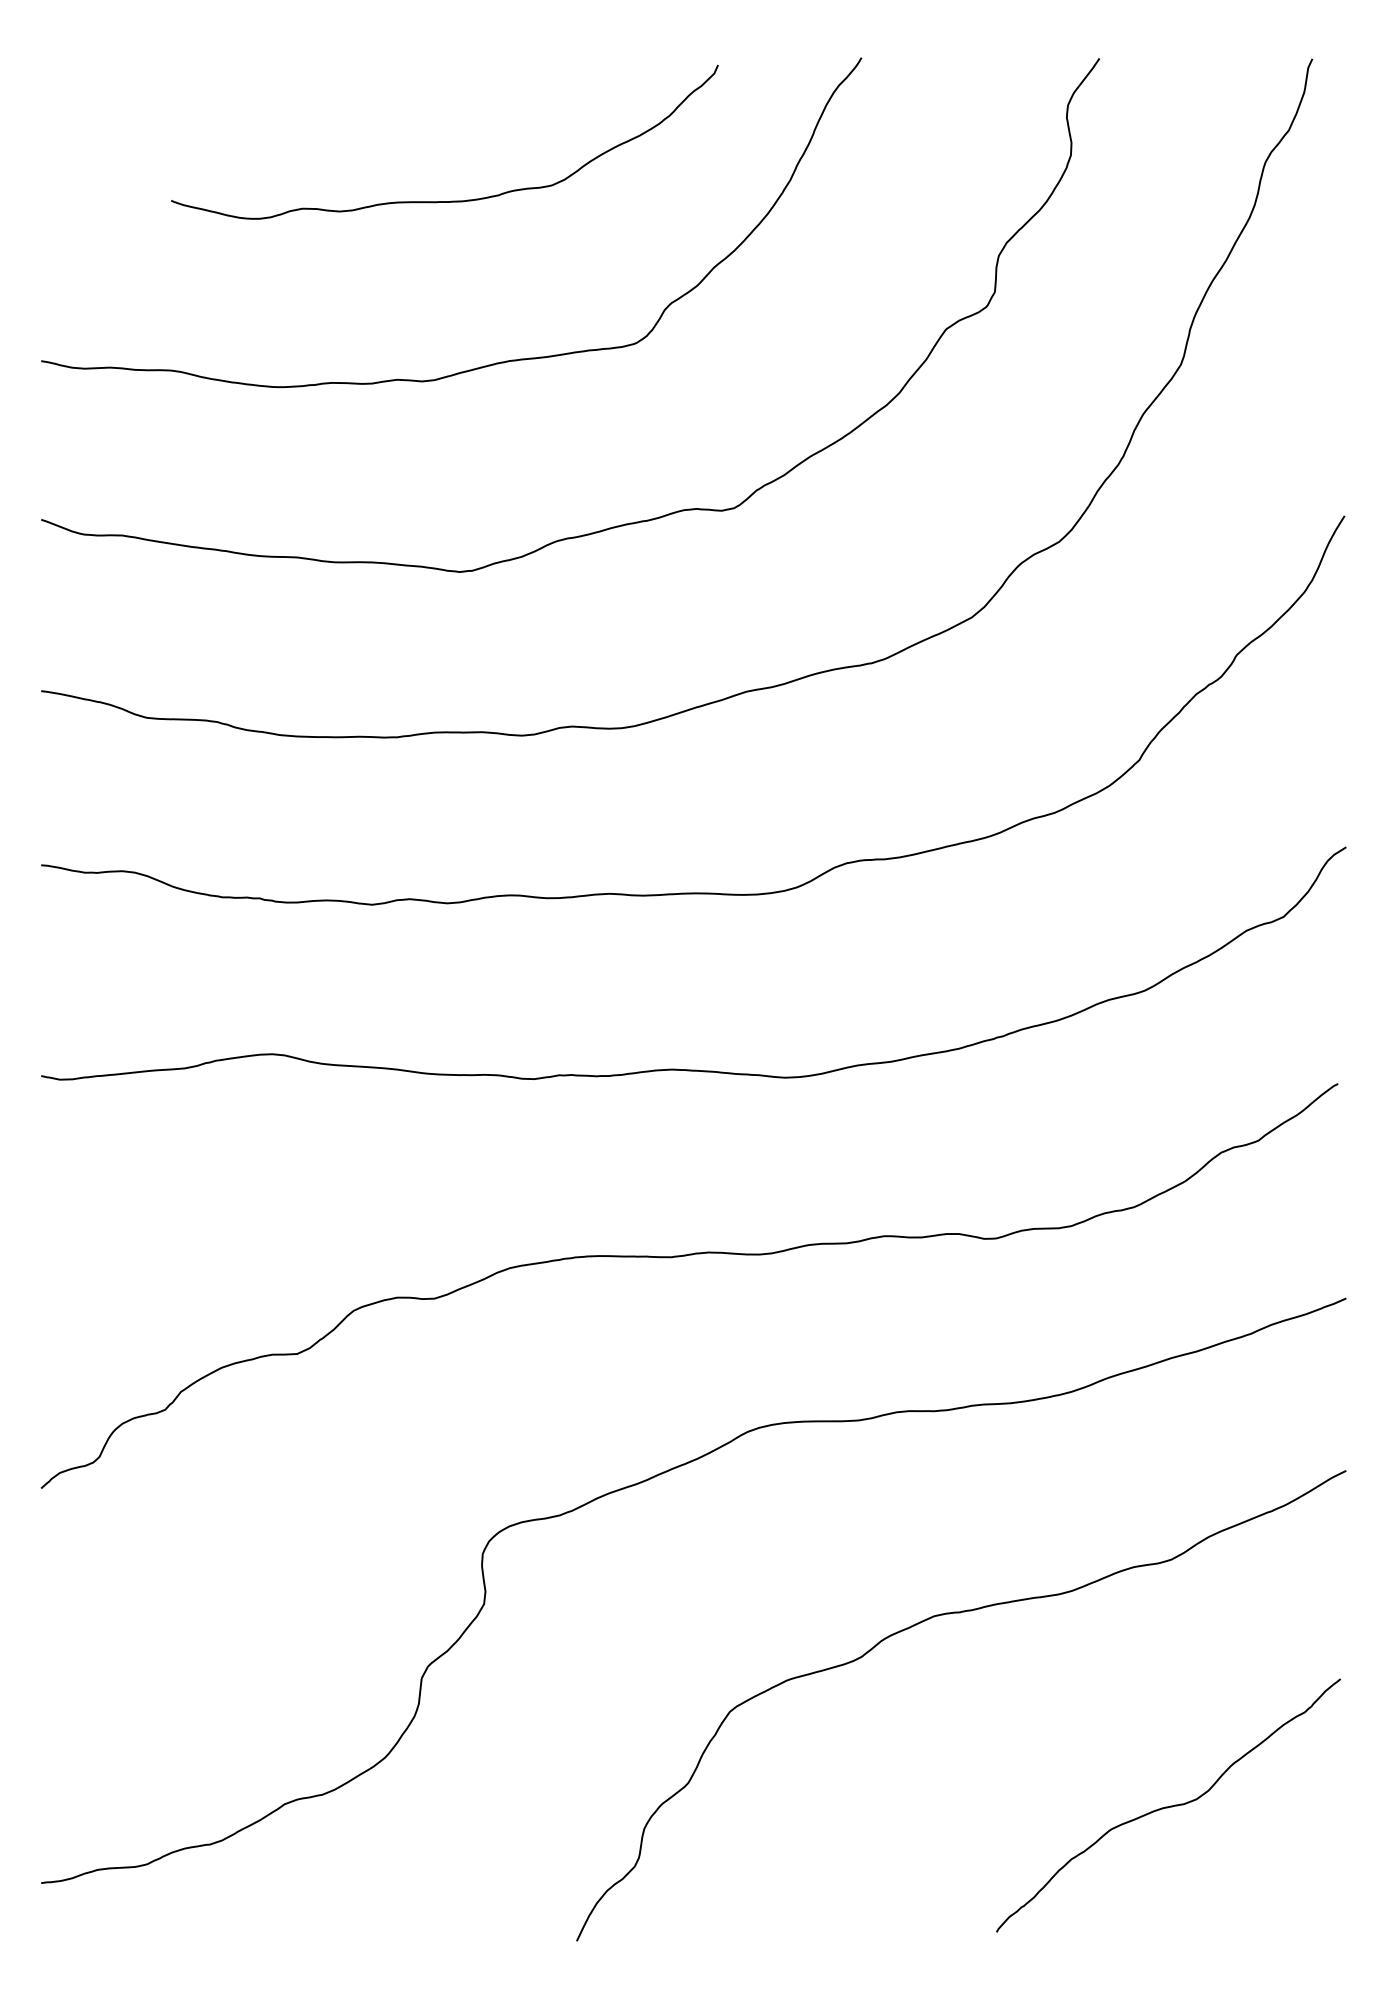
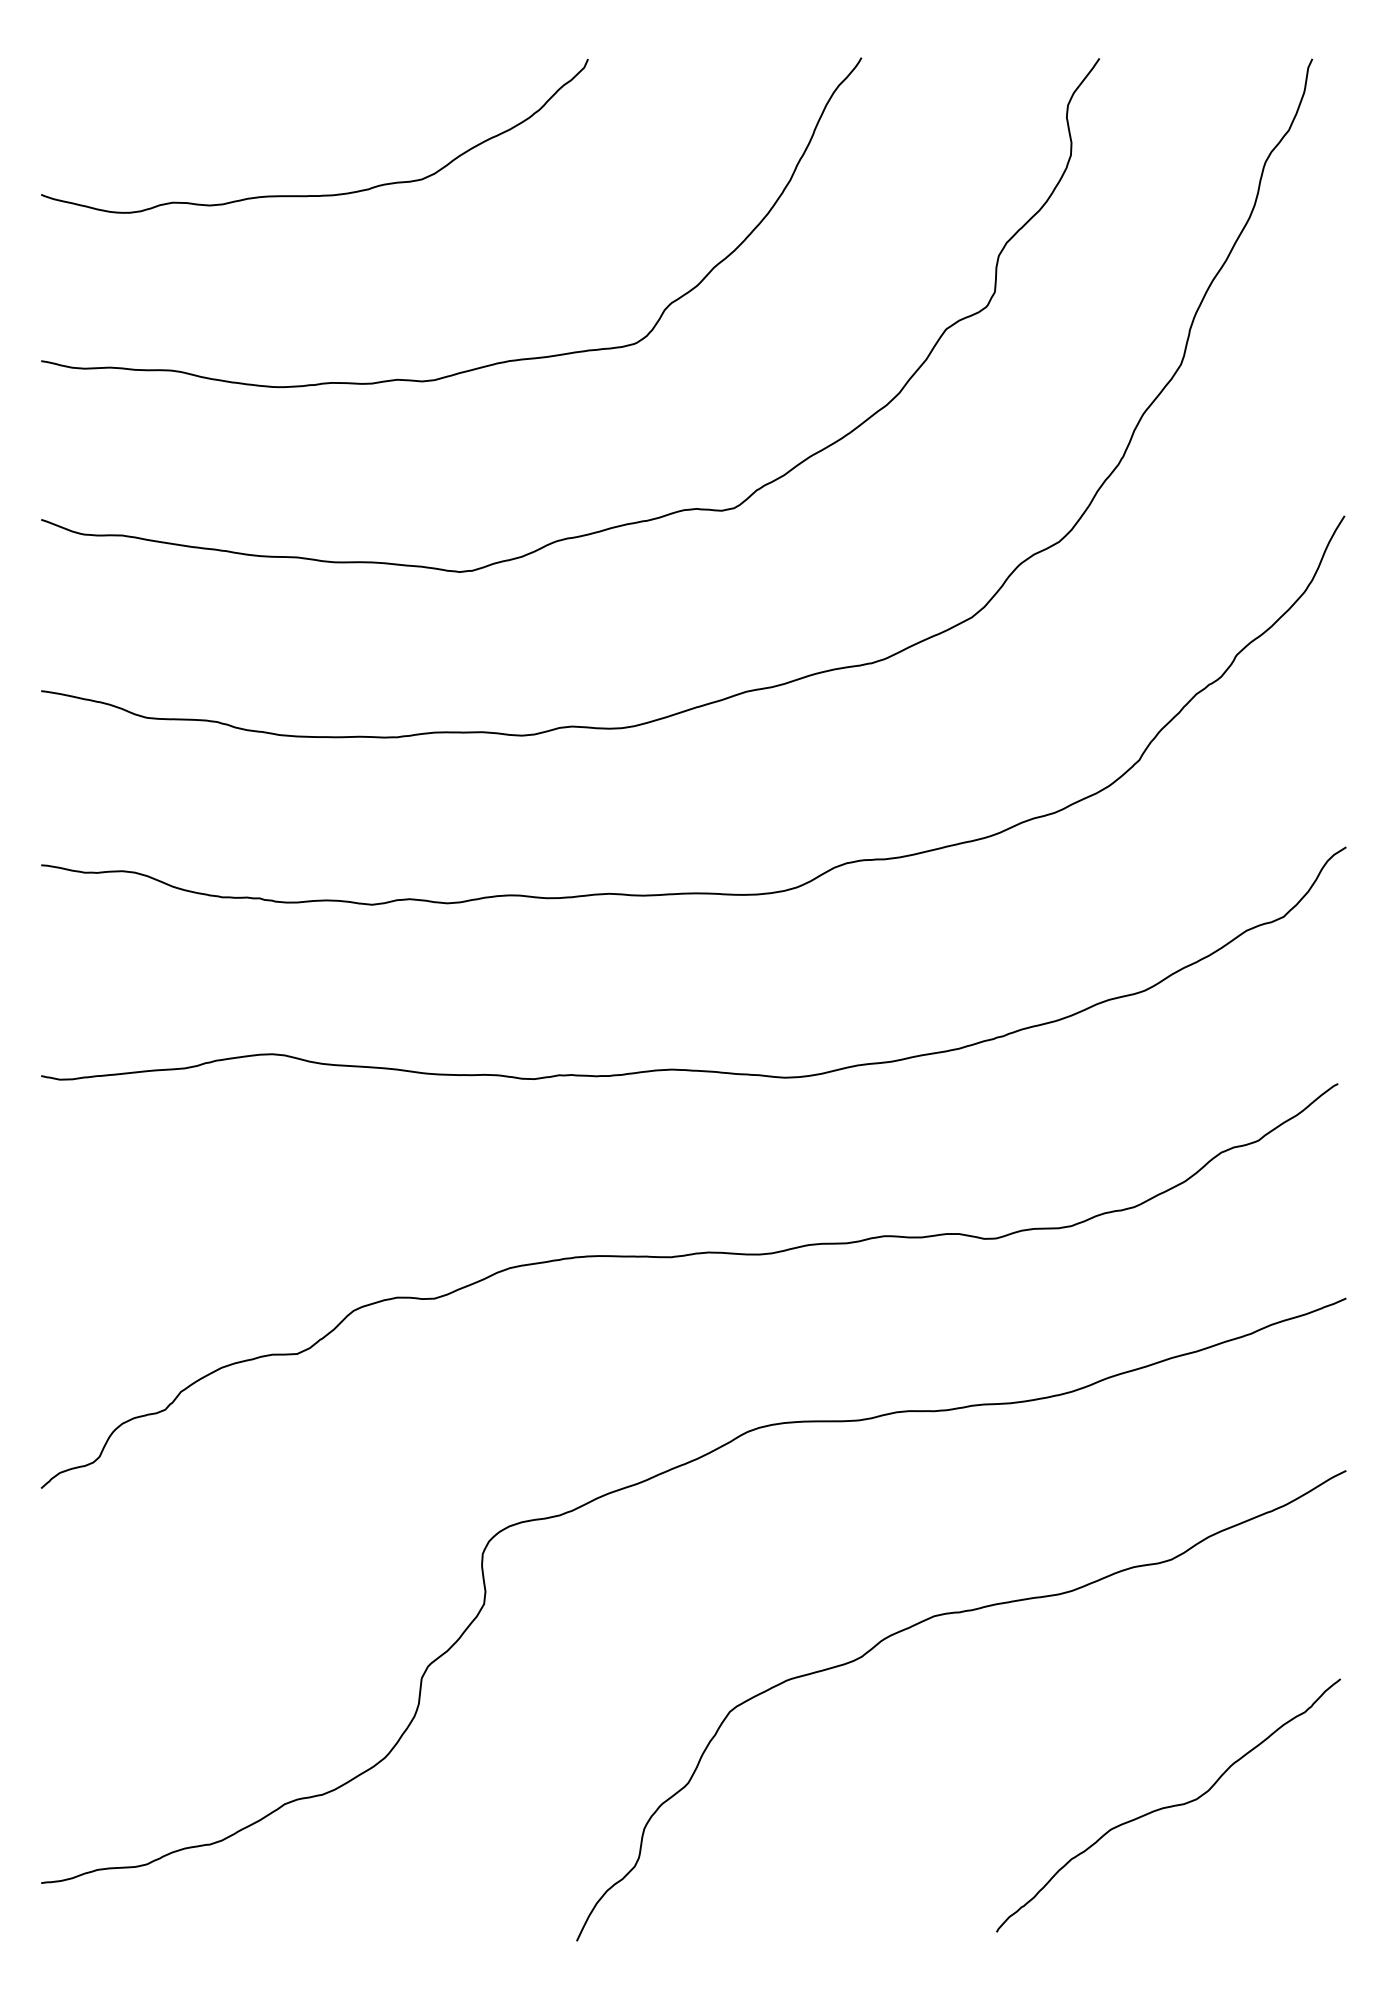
curve at (451, 200) position: (451, 200) -> (321, 194)
